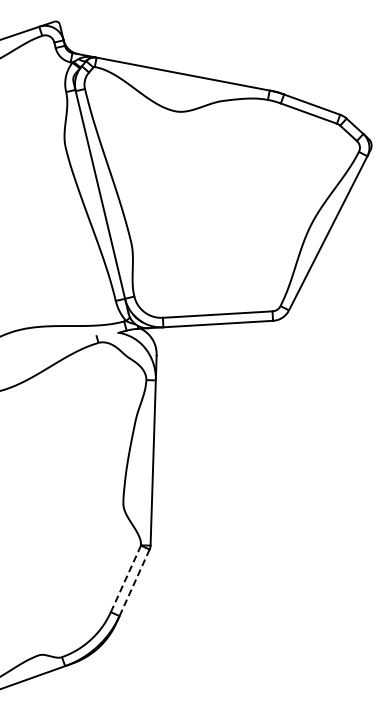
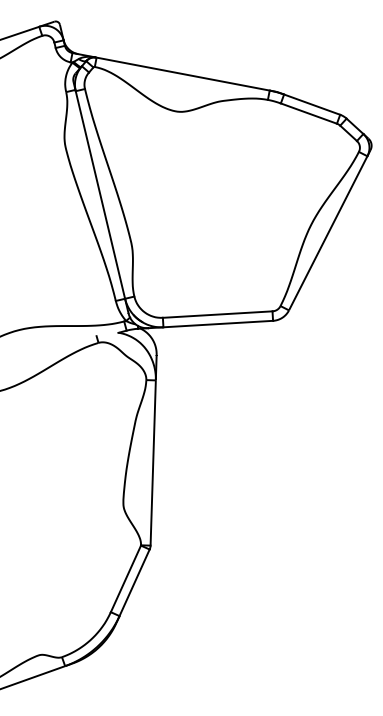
line at (125, 578): dashed -> solid
line at (134, 582): dashed -> solid
